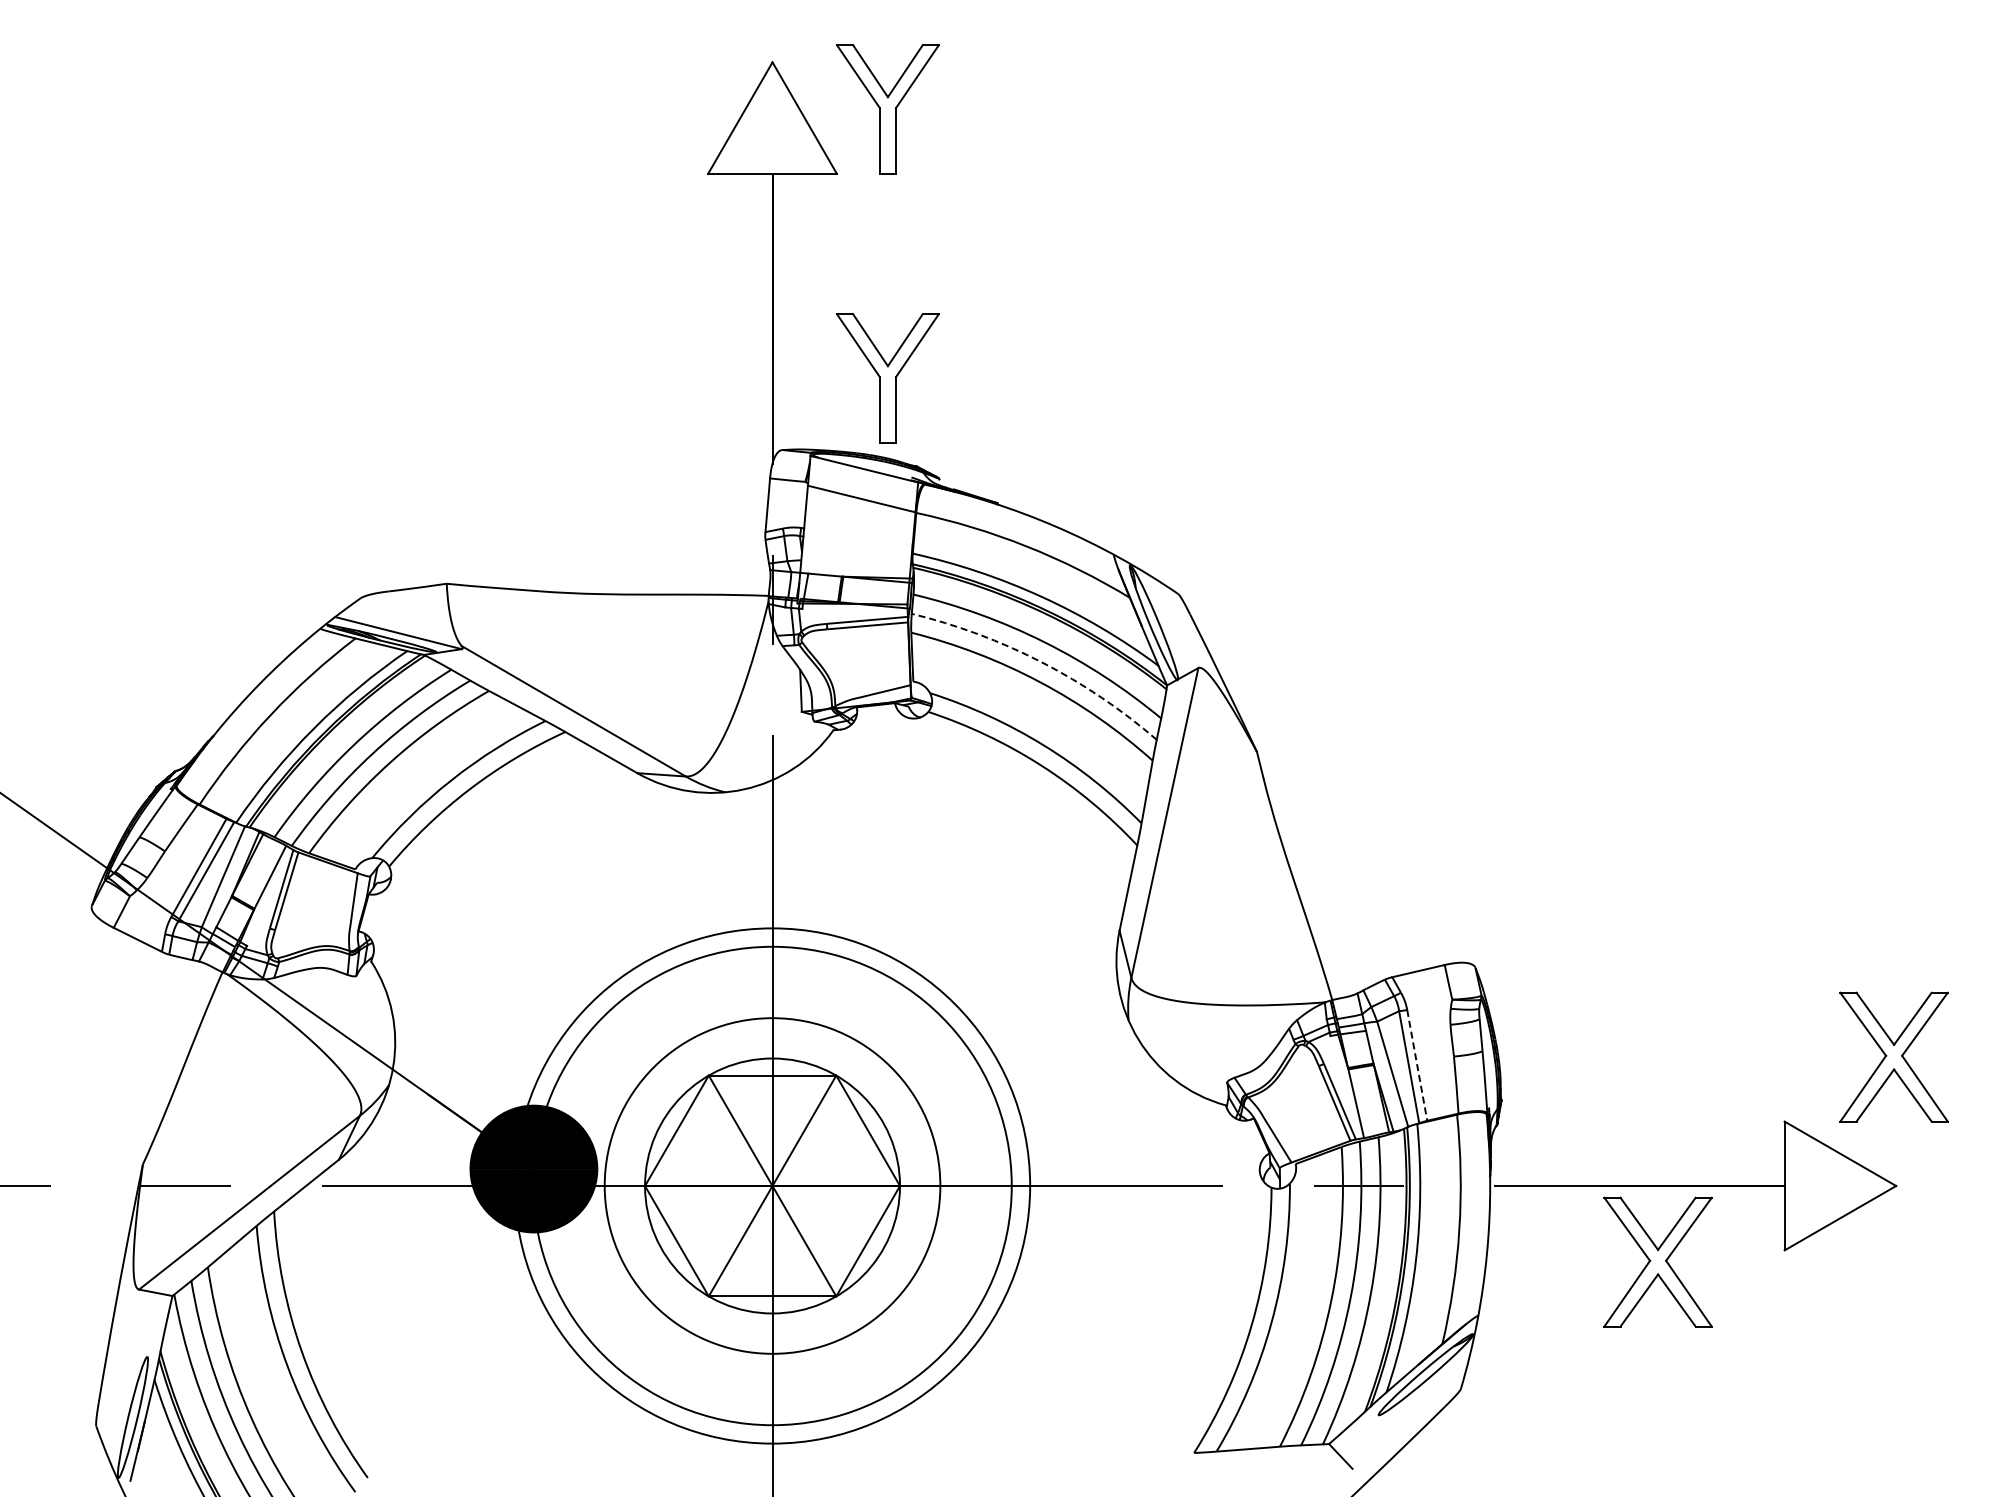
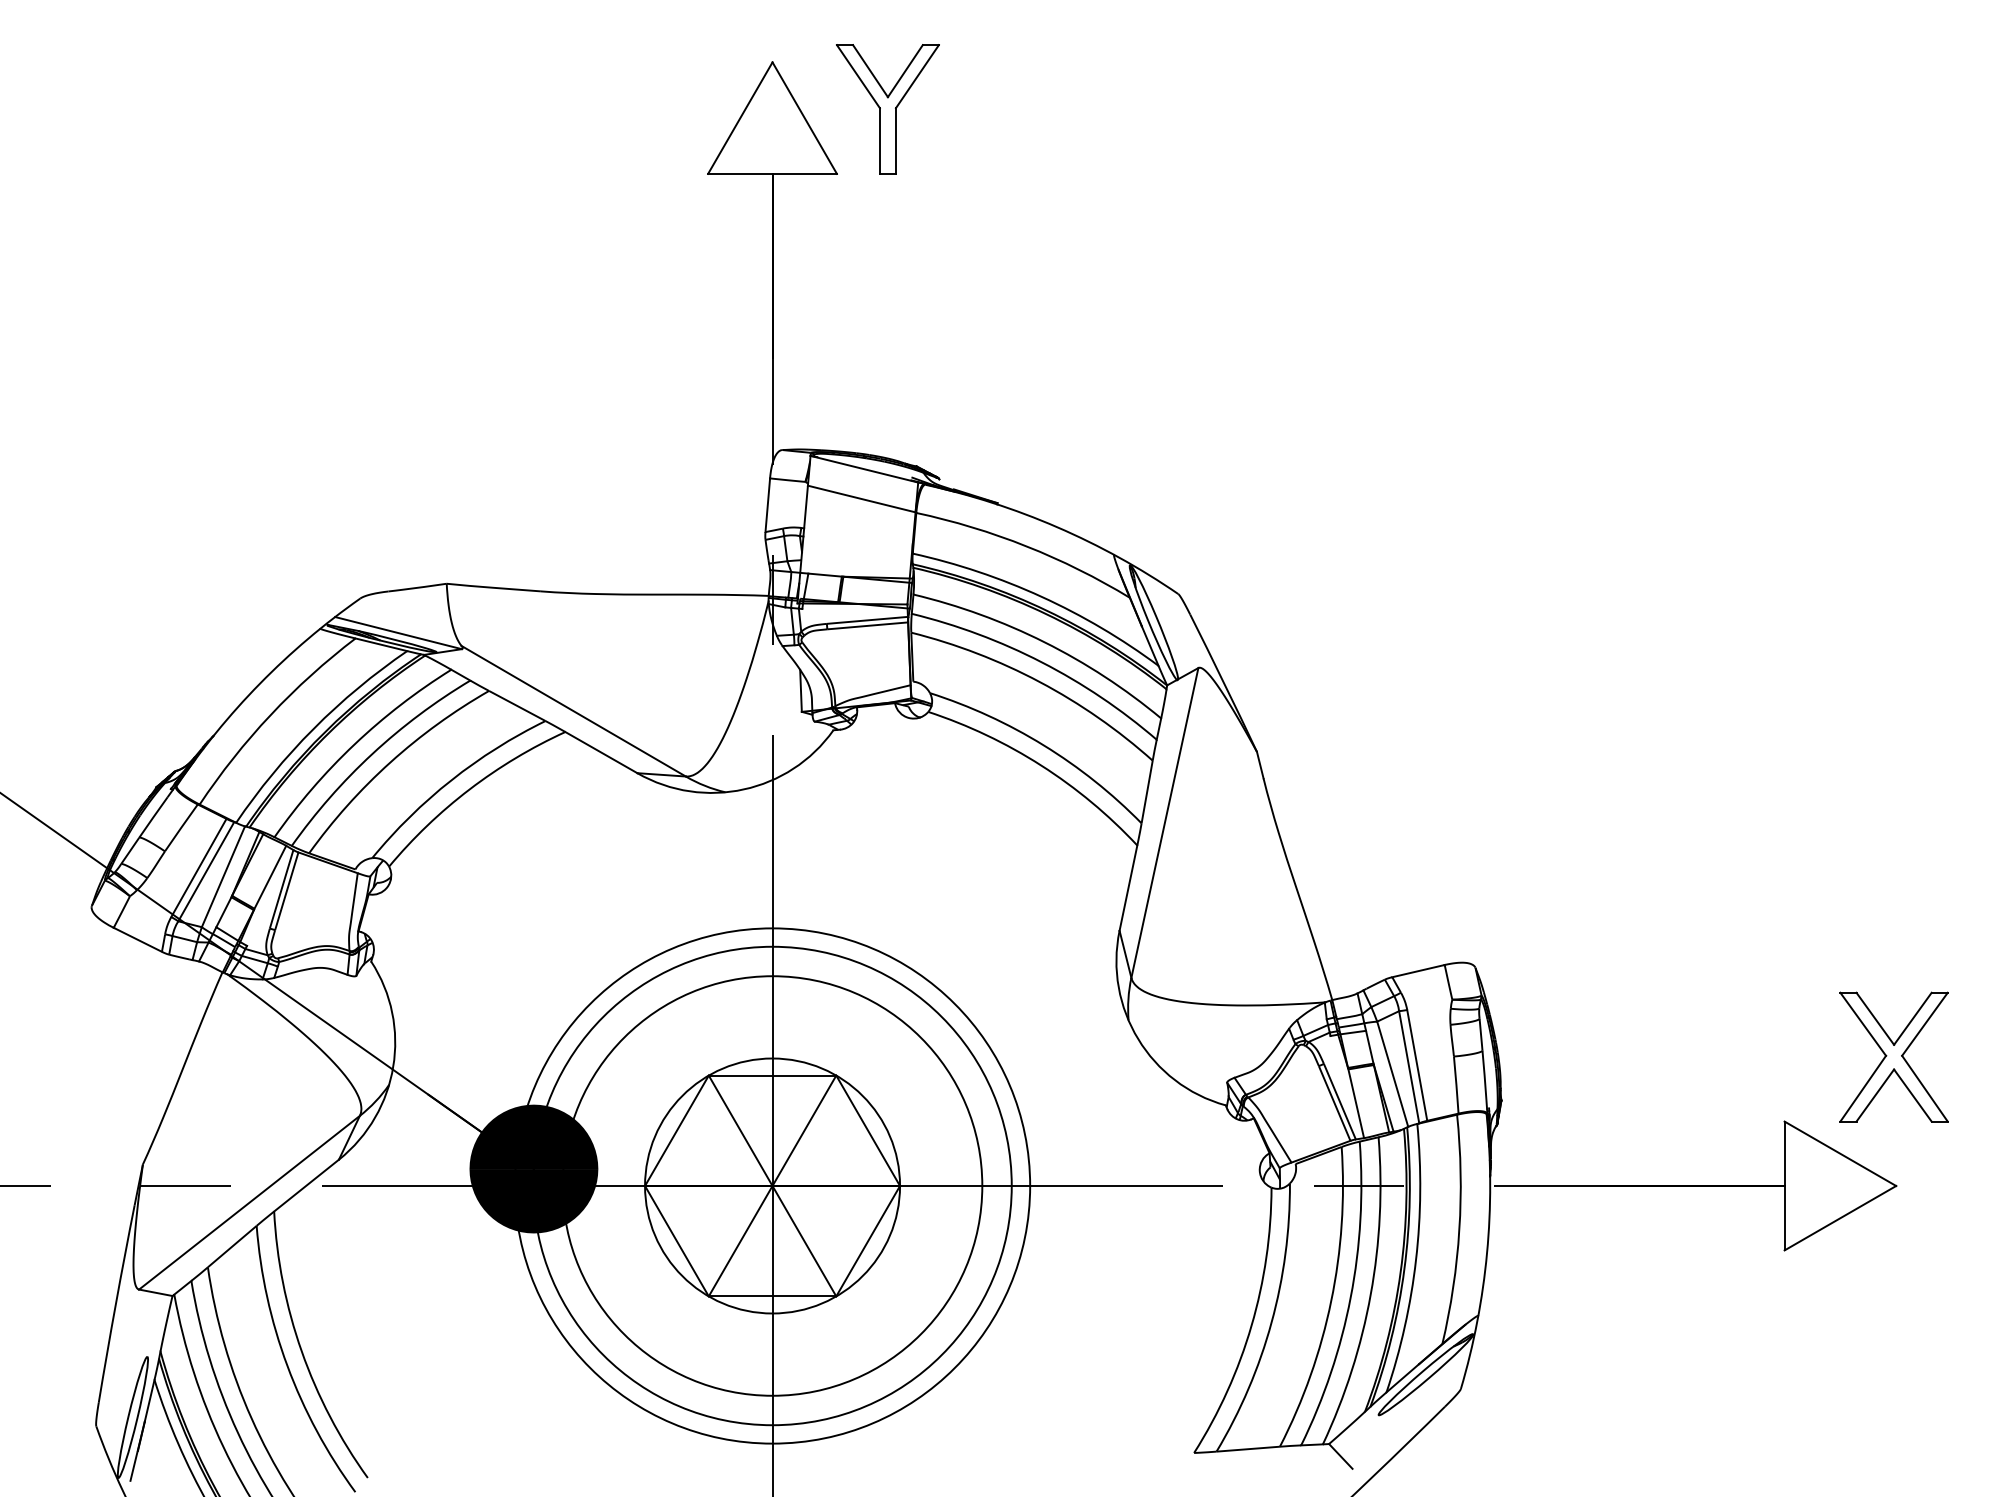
part at (887, 378): present -> none
arc at (1041, 662): dashed -> solid
line at (1417, 1065): dashed -> solid
circle at (772, 1185) diameter: 336 px -> 420 px
part at (1657, 1261): present -> none
